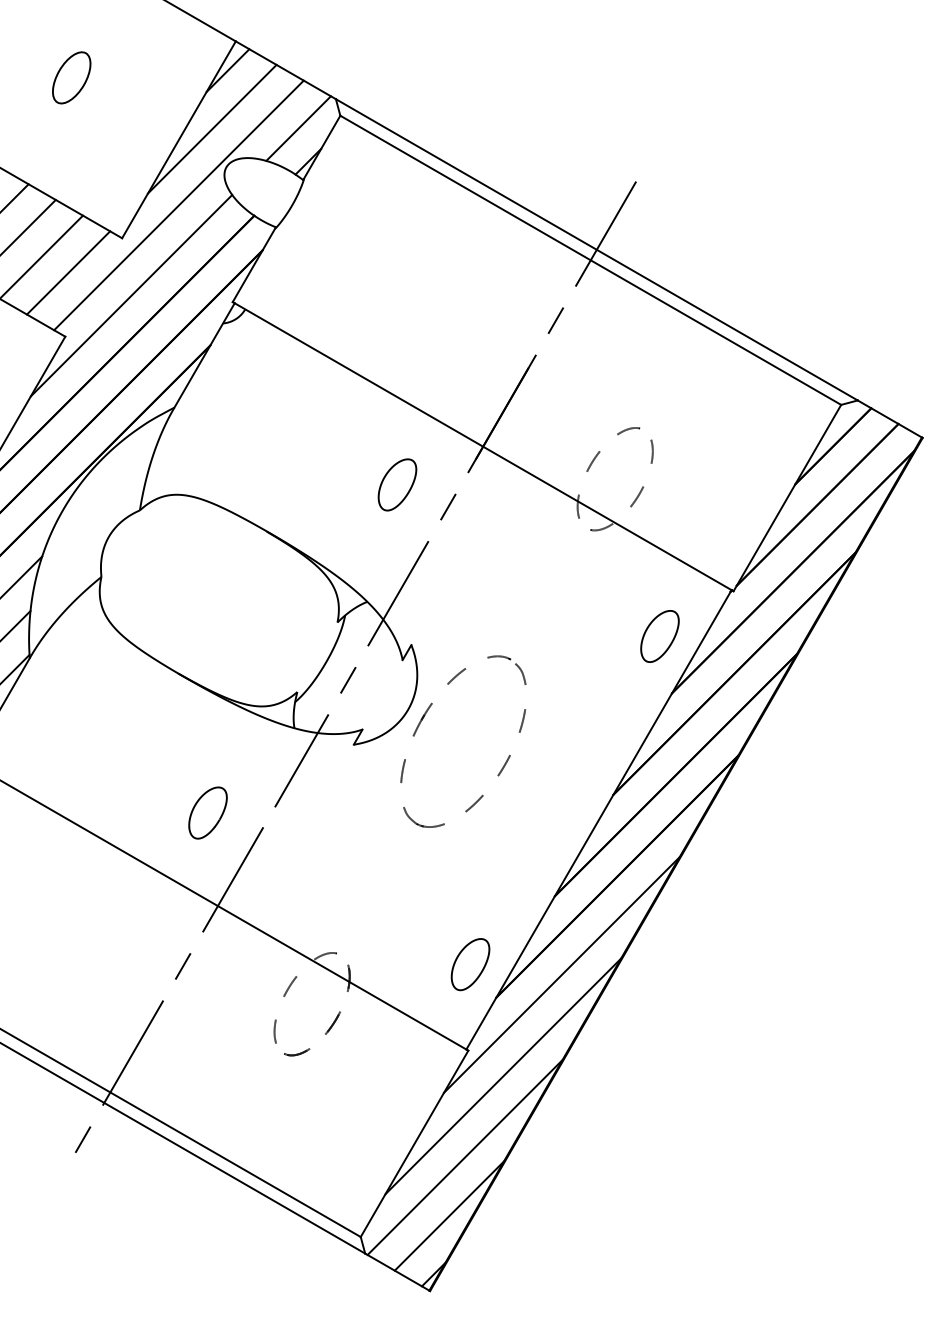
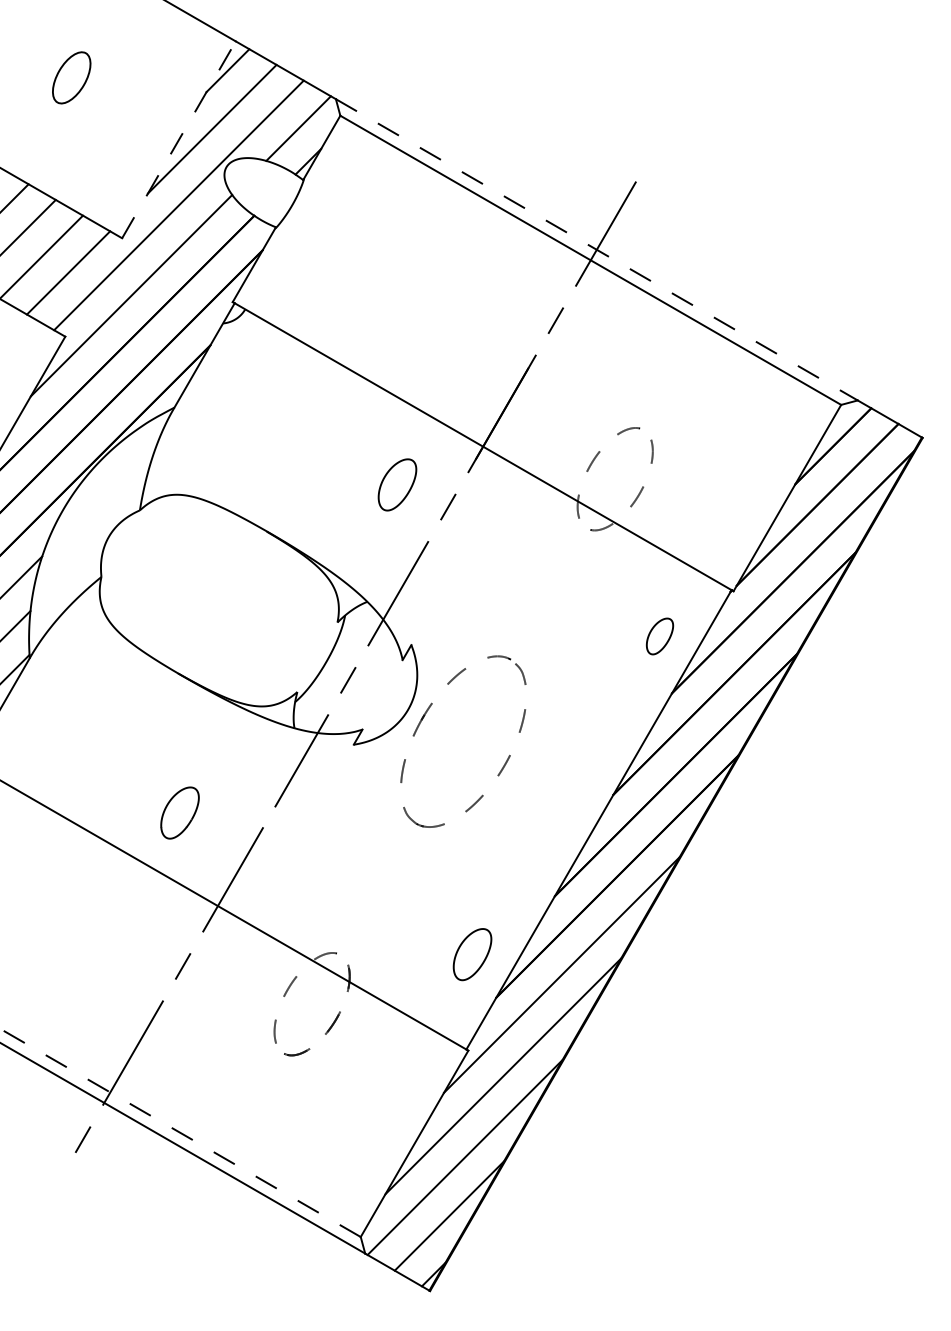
line at (178, 139): solid -> dashed
line at (597, 250): solid -> dashed
part at (659, 636) size: 40x53 px -> 30x39 px
part at (207, 812) position: (207, 812) -> (179, 812)
part at (470, 964) position: (470, 964) -> (472, 954)
line at (179, 1132): solid -> dashed
